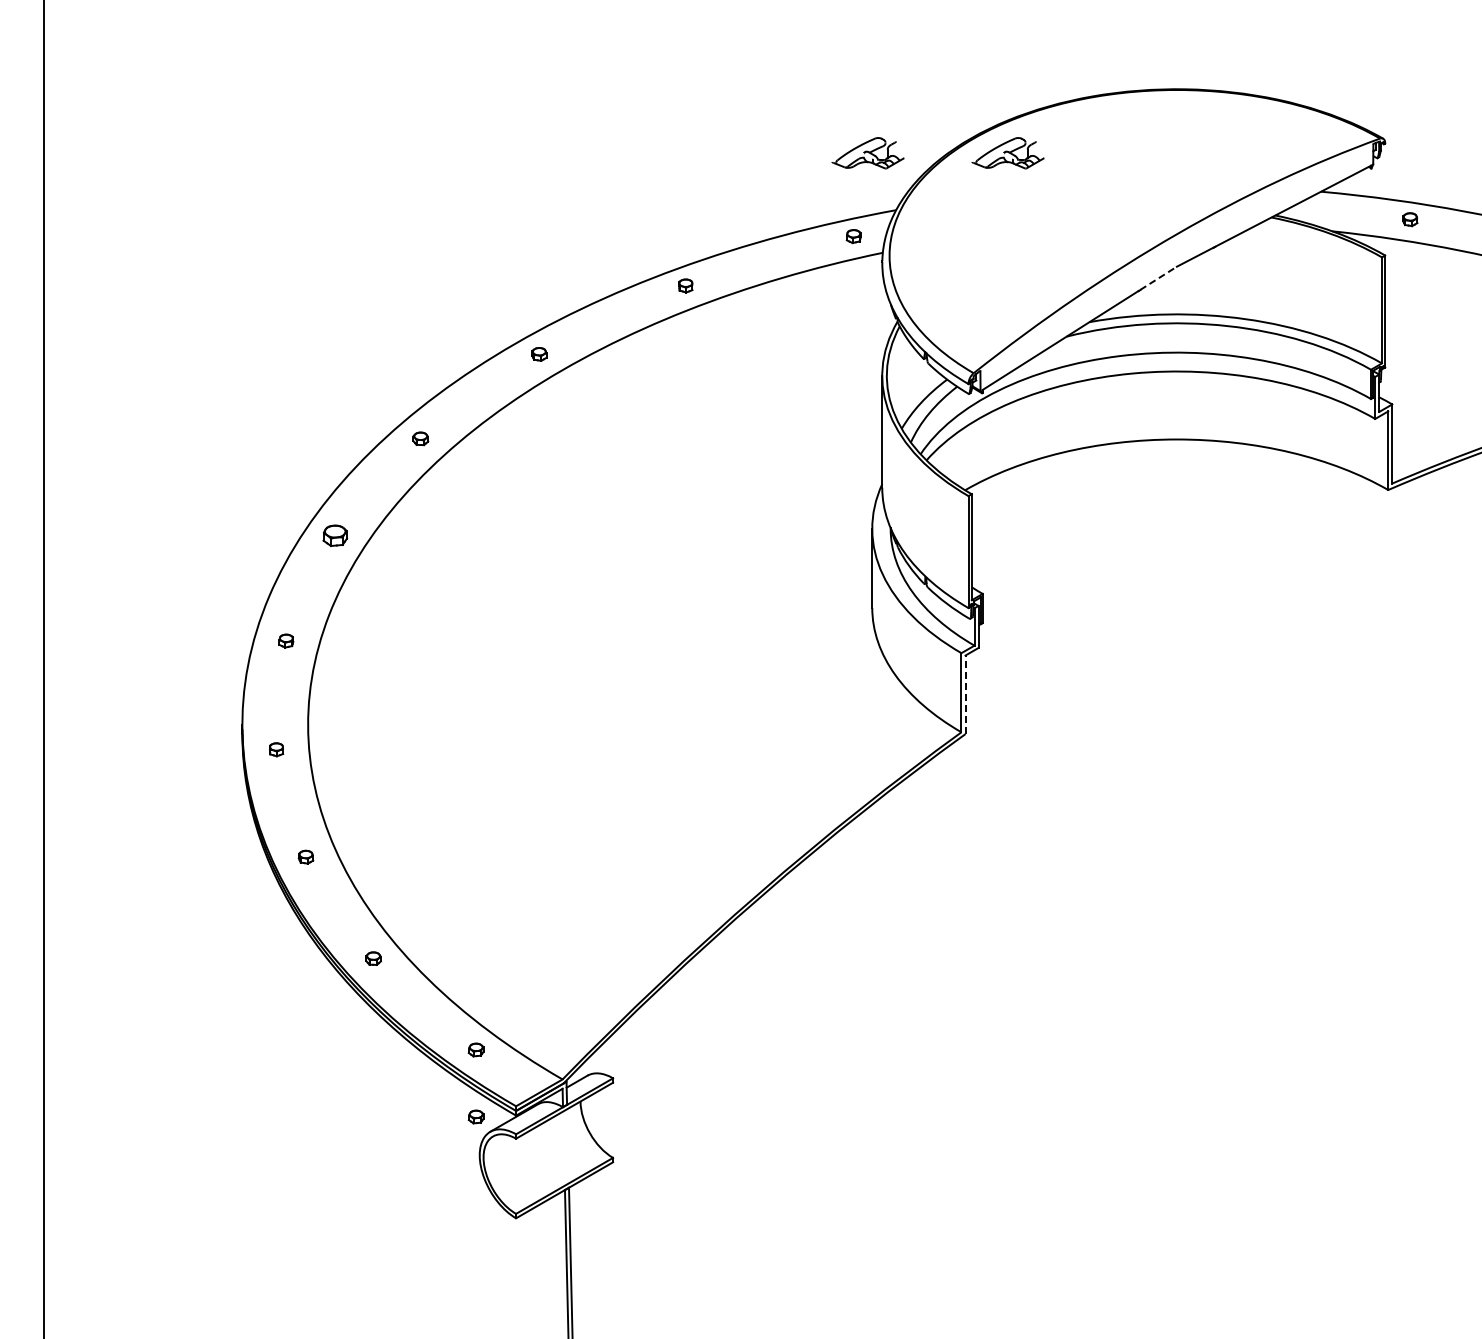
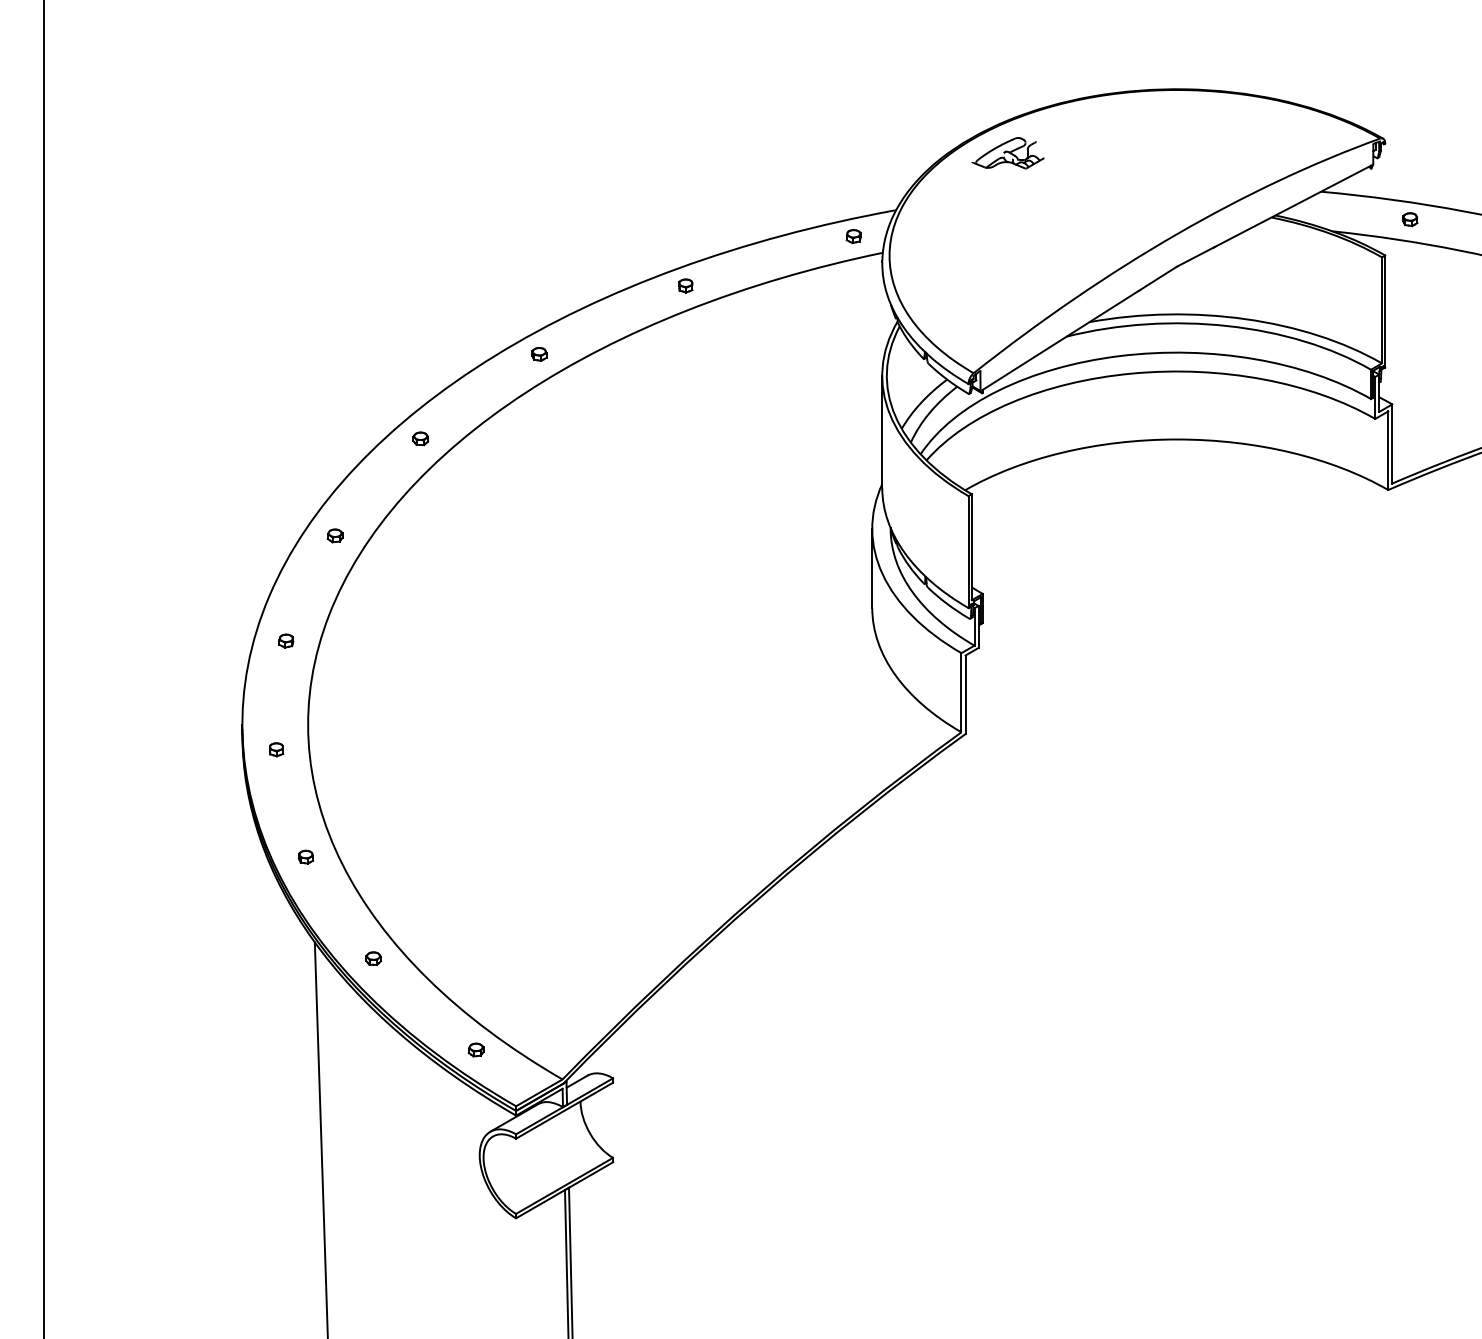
part at (867, 153): present -> none
line at (1158, 278): dashed -> solid
part at (335, 535) size: 27x23 px -> 18x16 px
line at (965, 694): dashed -> solid
part at (475, 1116): present -> none
line at (320, 1138): none -> present
